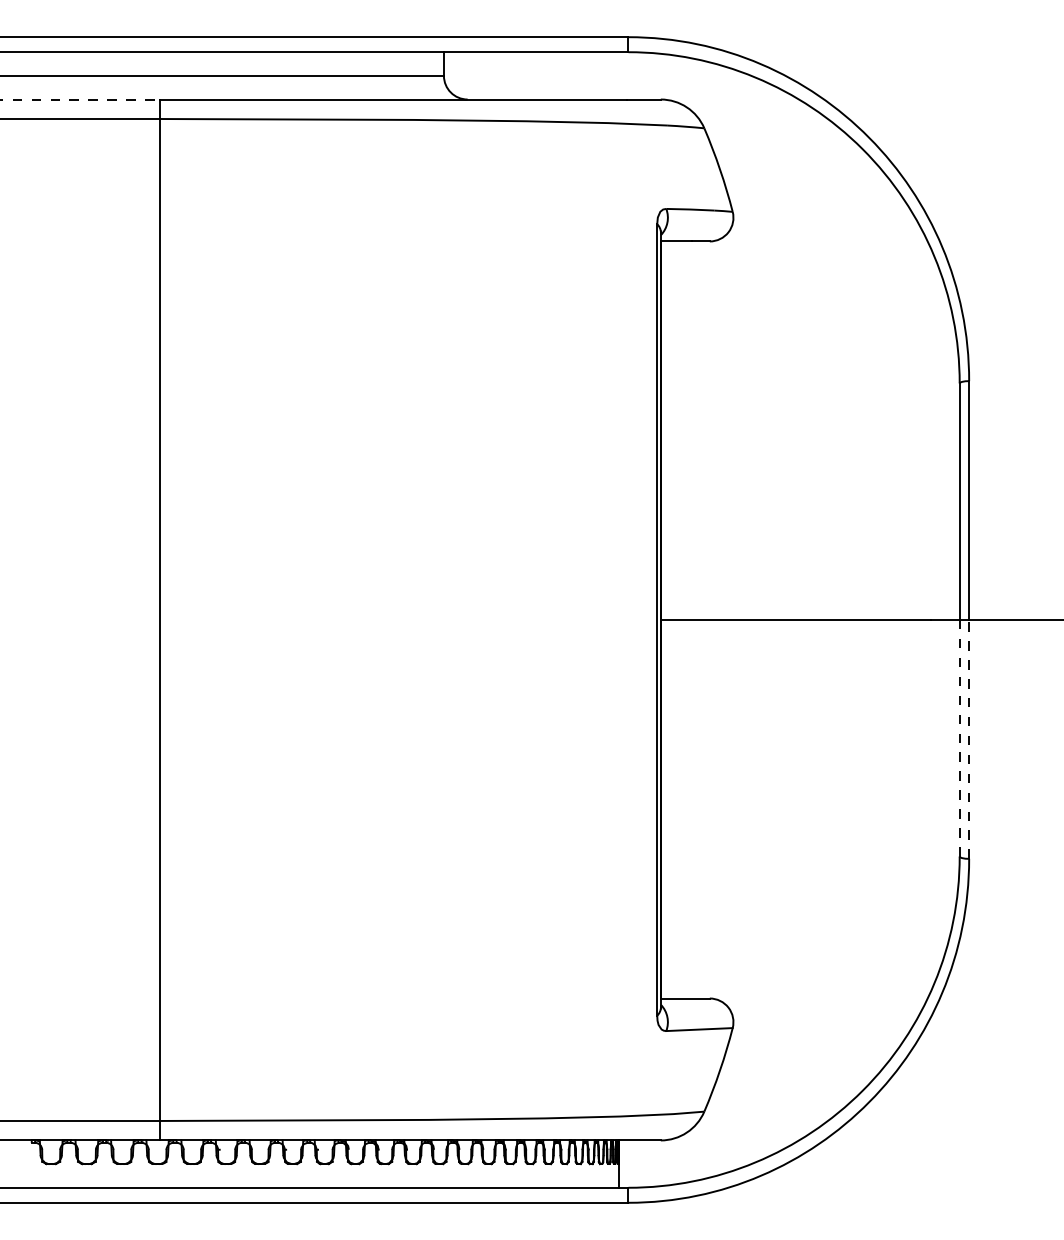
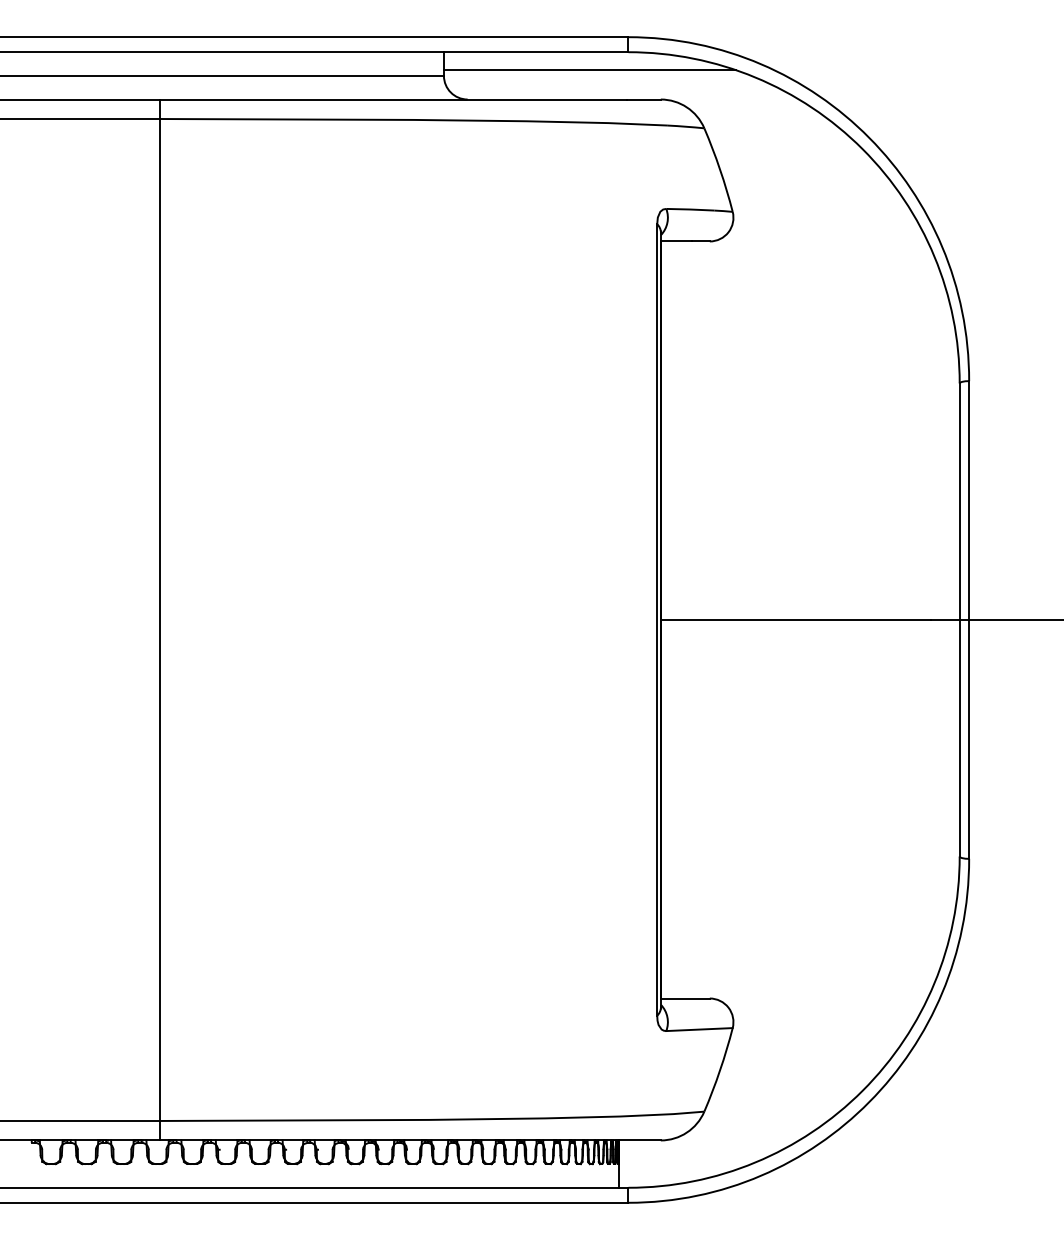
line at (589, 70): none -> present
line at (80, 99): dashed -> solid
line at (959, 737): dashed -> solid
line at (969, 738): dashed -> solid
